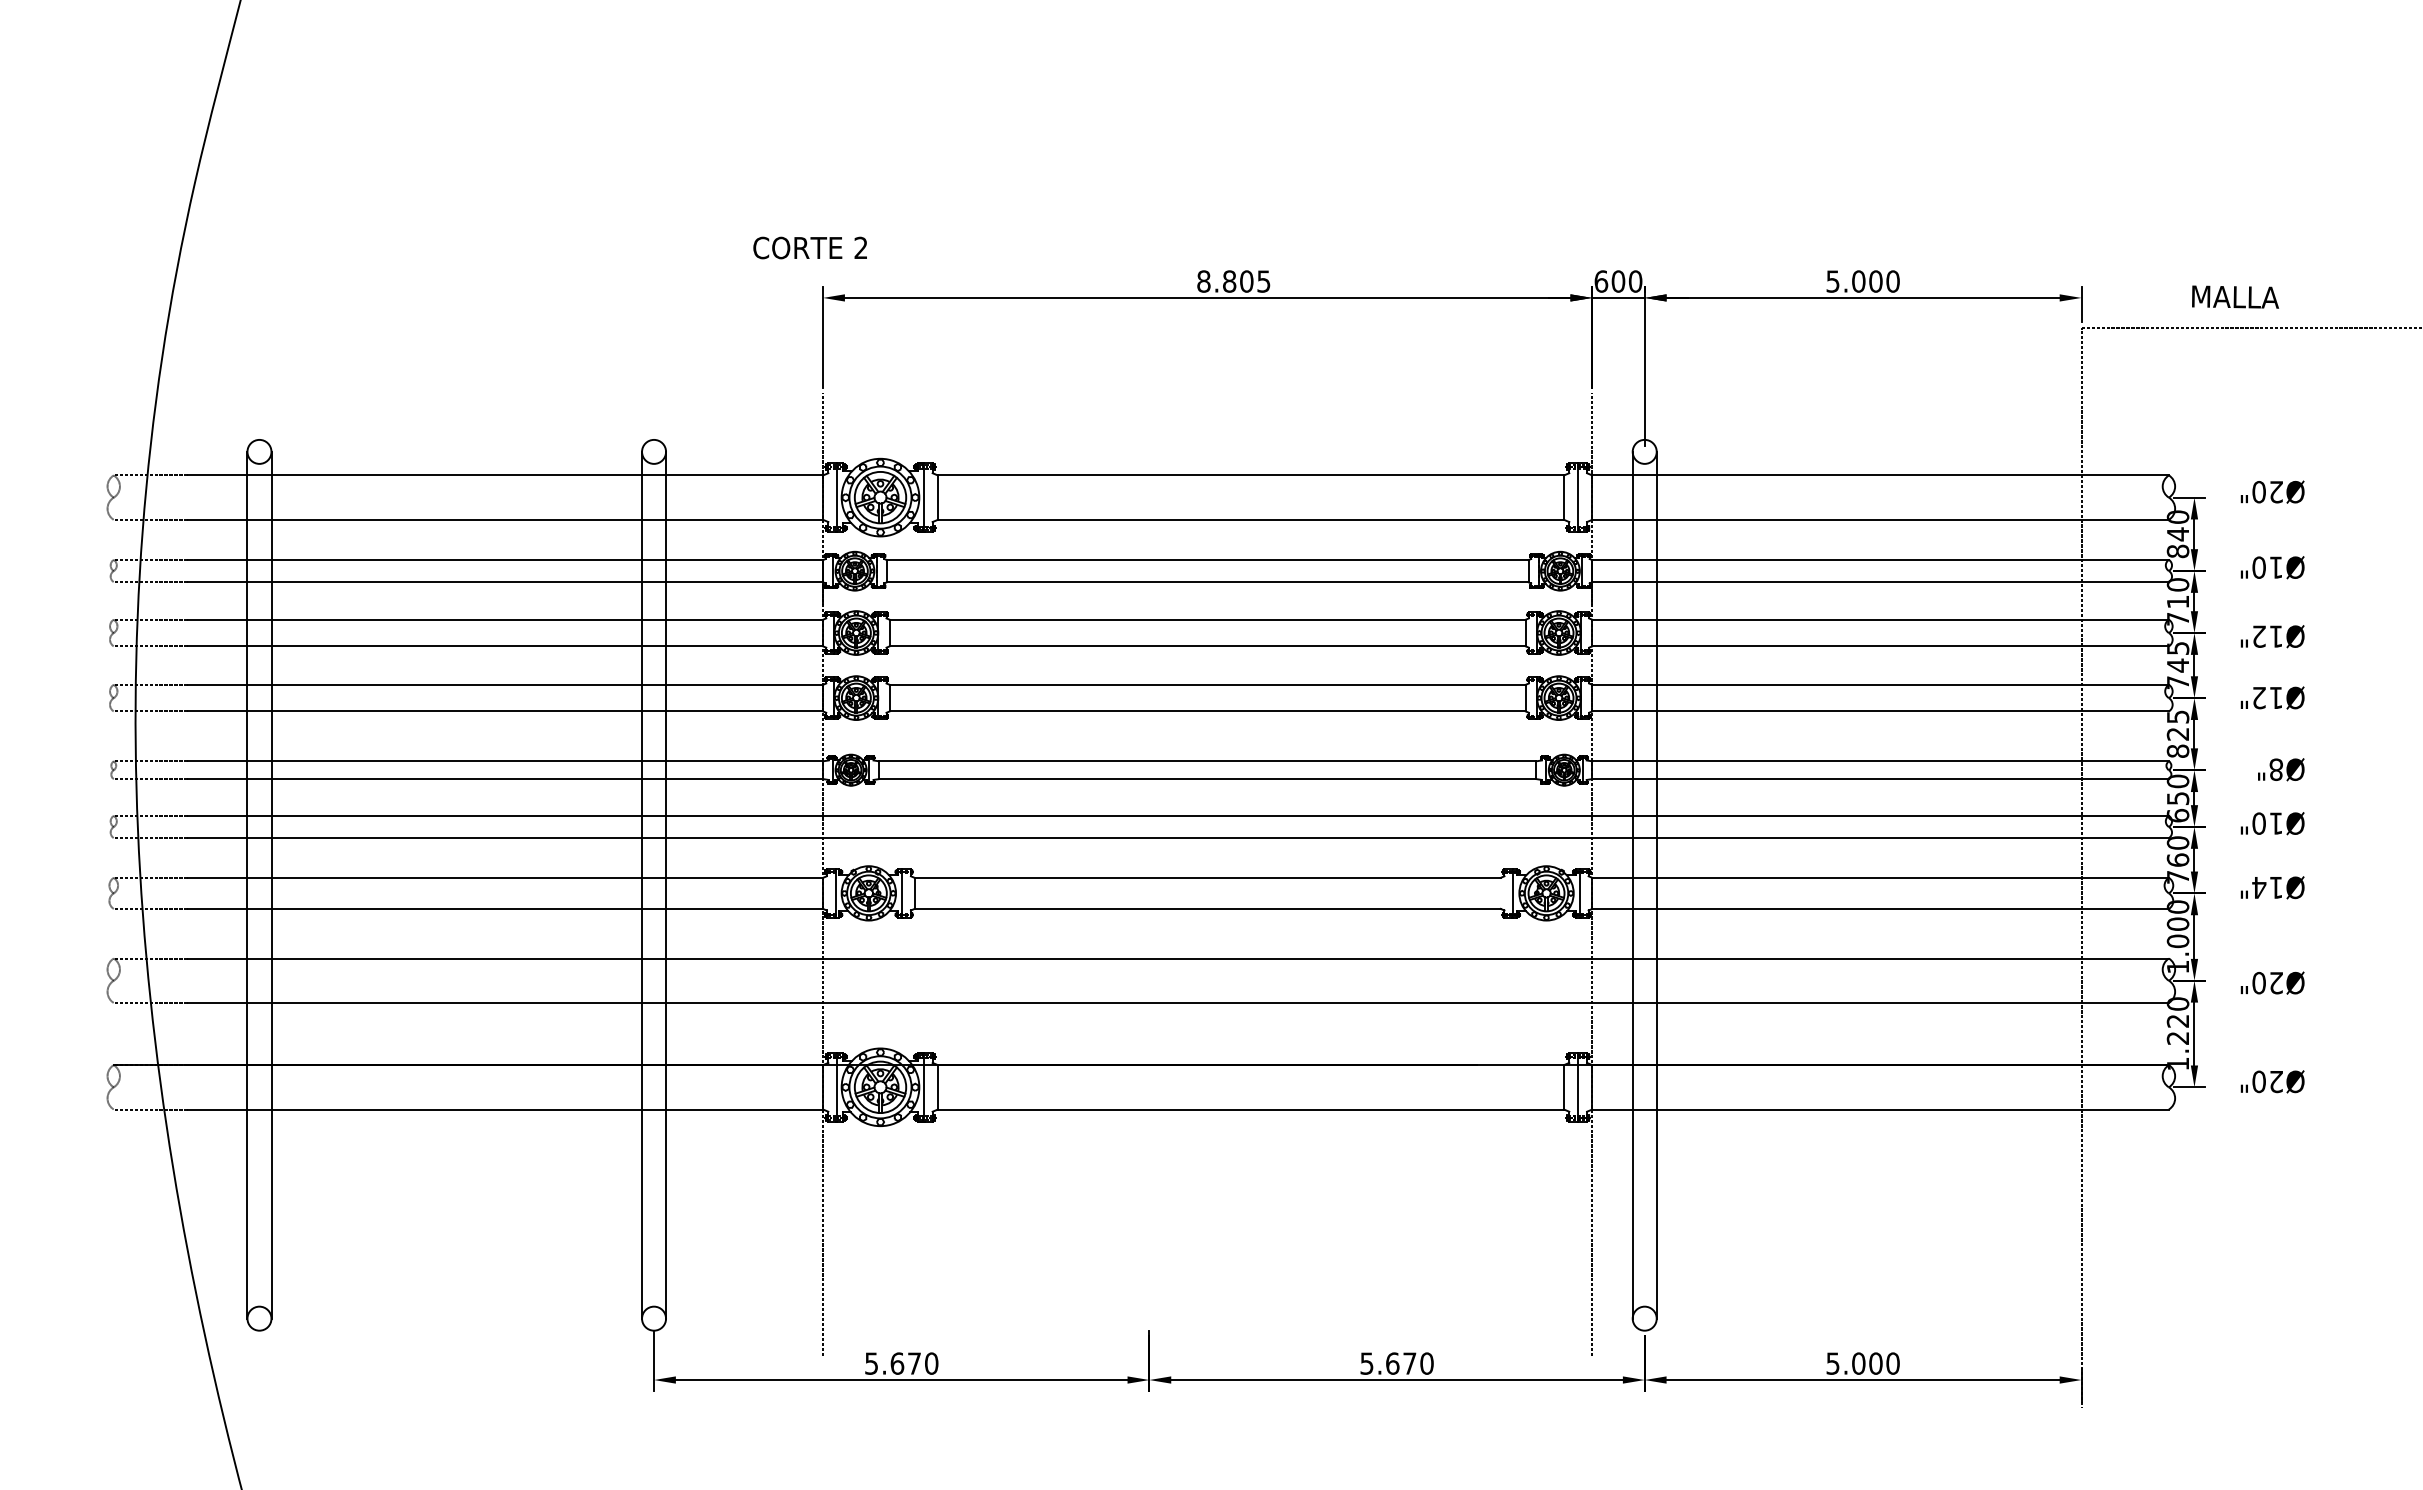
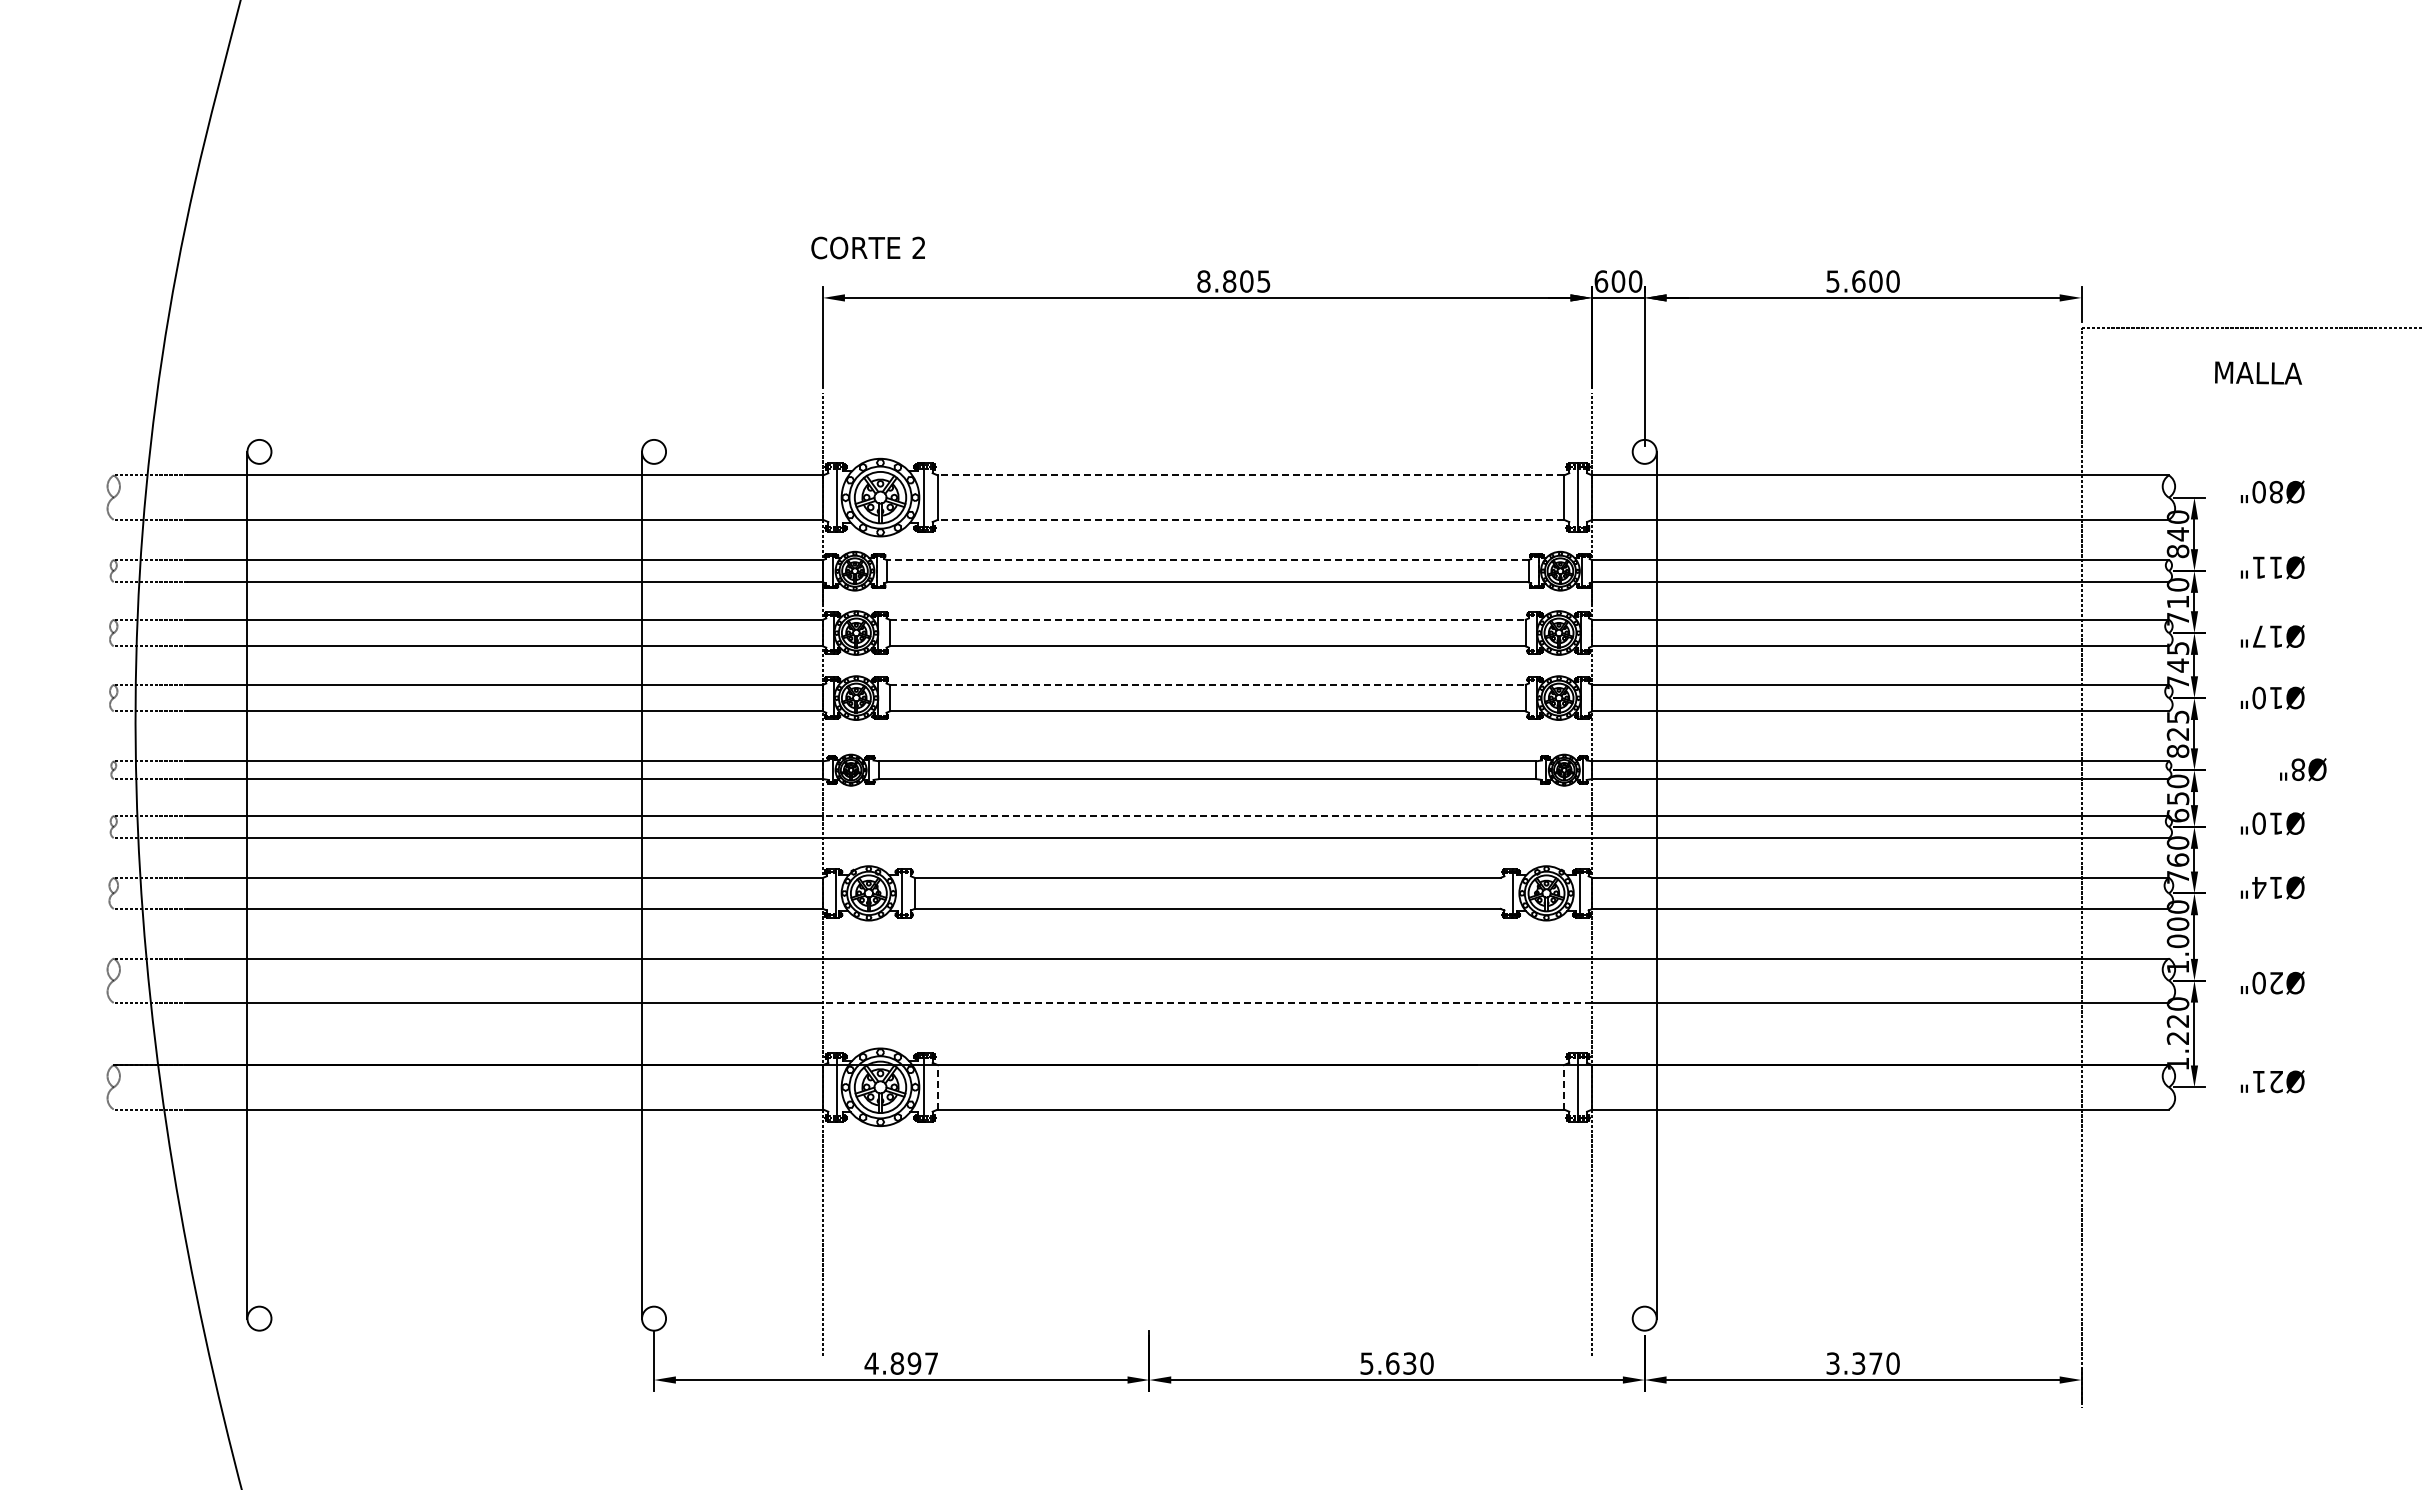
text at (809, 247) position: (809, 247) -> (867, 247)
text at (1858, 281): 5.000 -> 5.600
text at (2235, 296) position: (2235, 296) -> (2258, 372)
line at (1250, 475): solid -> dashed
text at (2275, 491): Ø20" -> Ø80"
line at (1250, 519): solid -> dashed
line at (1207, 560): solid -> dashed
text at (2258, 567): Ø10" -> Ø11"
line at (1208, 619): solid -> dashed
text at (2259, 636): Ø12" -> Ø17"
line at (1208, 684): solid -> dashed
text at (2258, 697): Ø12" -> Ø10"
text at (2281, 769) position: (2281, 769) -> (2303, 769)
line at (1207, 815): solid -> dashed
line at (271, 884): present -> none
line at (666, 884): present -> none
line at (1632, 884): present -> none
line at (1207, 1002): solid -> dashed
text at (2258, 1081): Ø20" -> Ø21"
line at (937, 1086): solid -> dashed
line at (1564, 1086): solid -> dashed
text at (901, 1363): 5.670 -> 4.897
text at (1409, 1363): 5.670 -> 5.630
text at (1854, 1363): 5.000 -> 3.370
